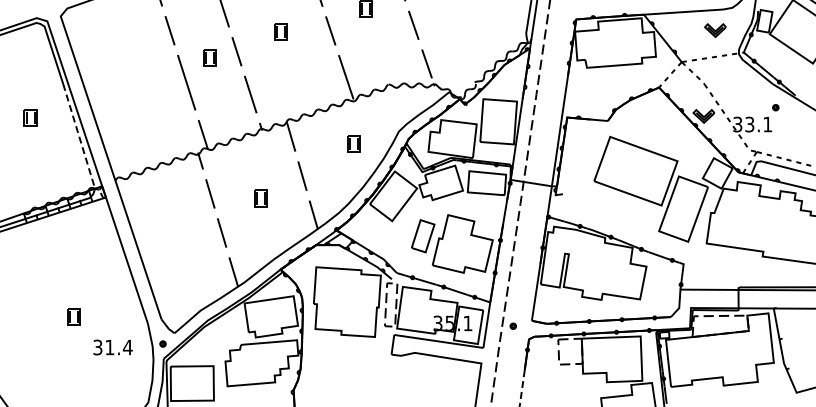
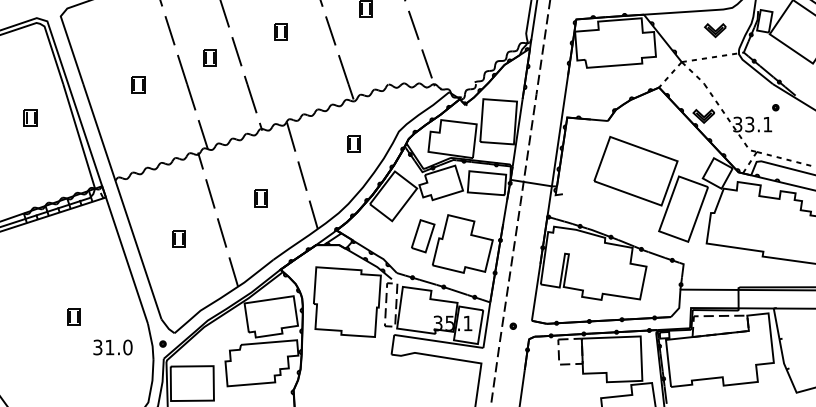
part at (138, 84): none -> present
line at (79, 136): dashed -> solid
part at (178, 238): none -> present
text at (127, 347): 31.4 -> 31.0
line at (522, 388): dashed -> solid
